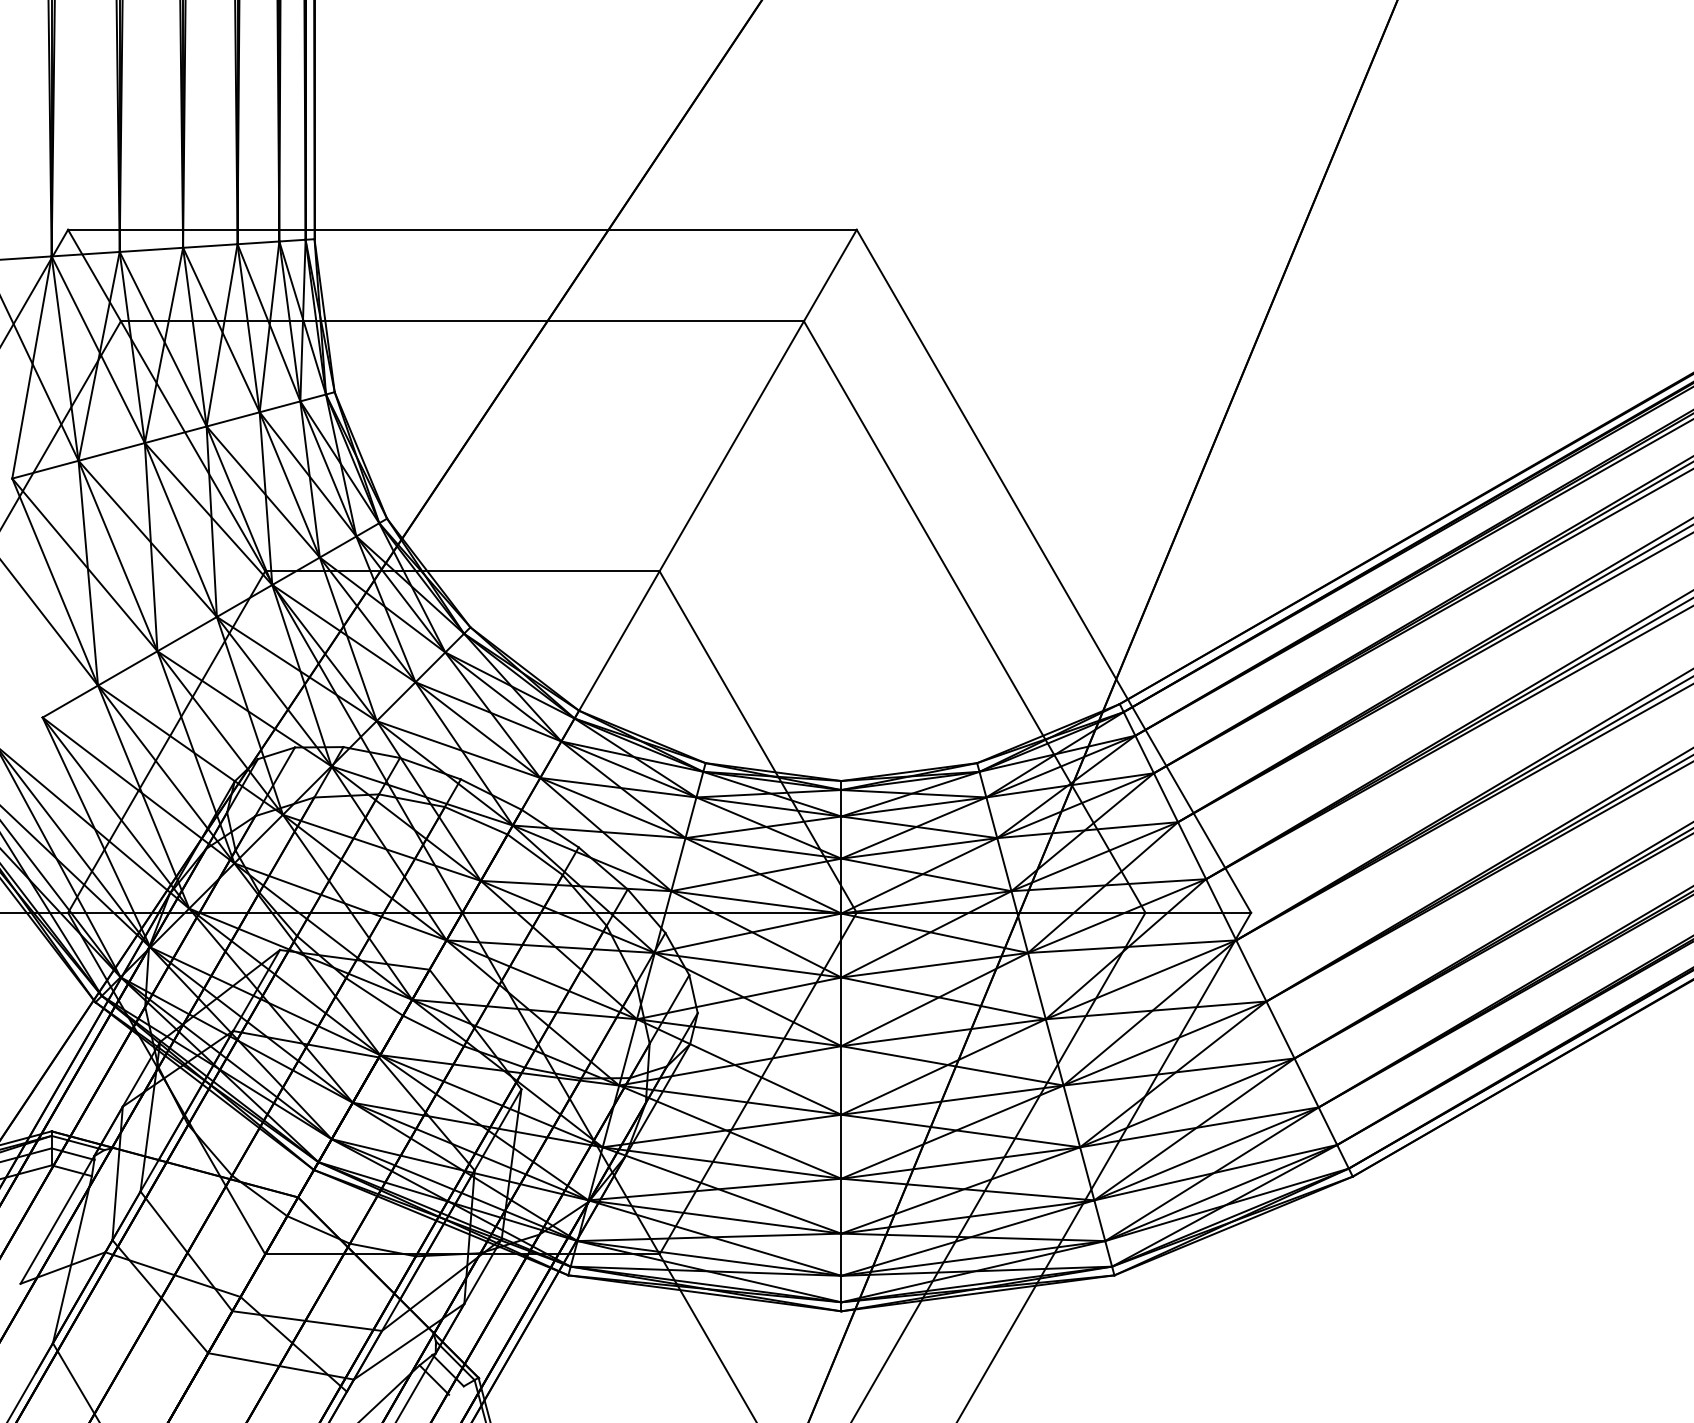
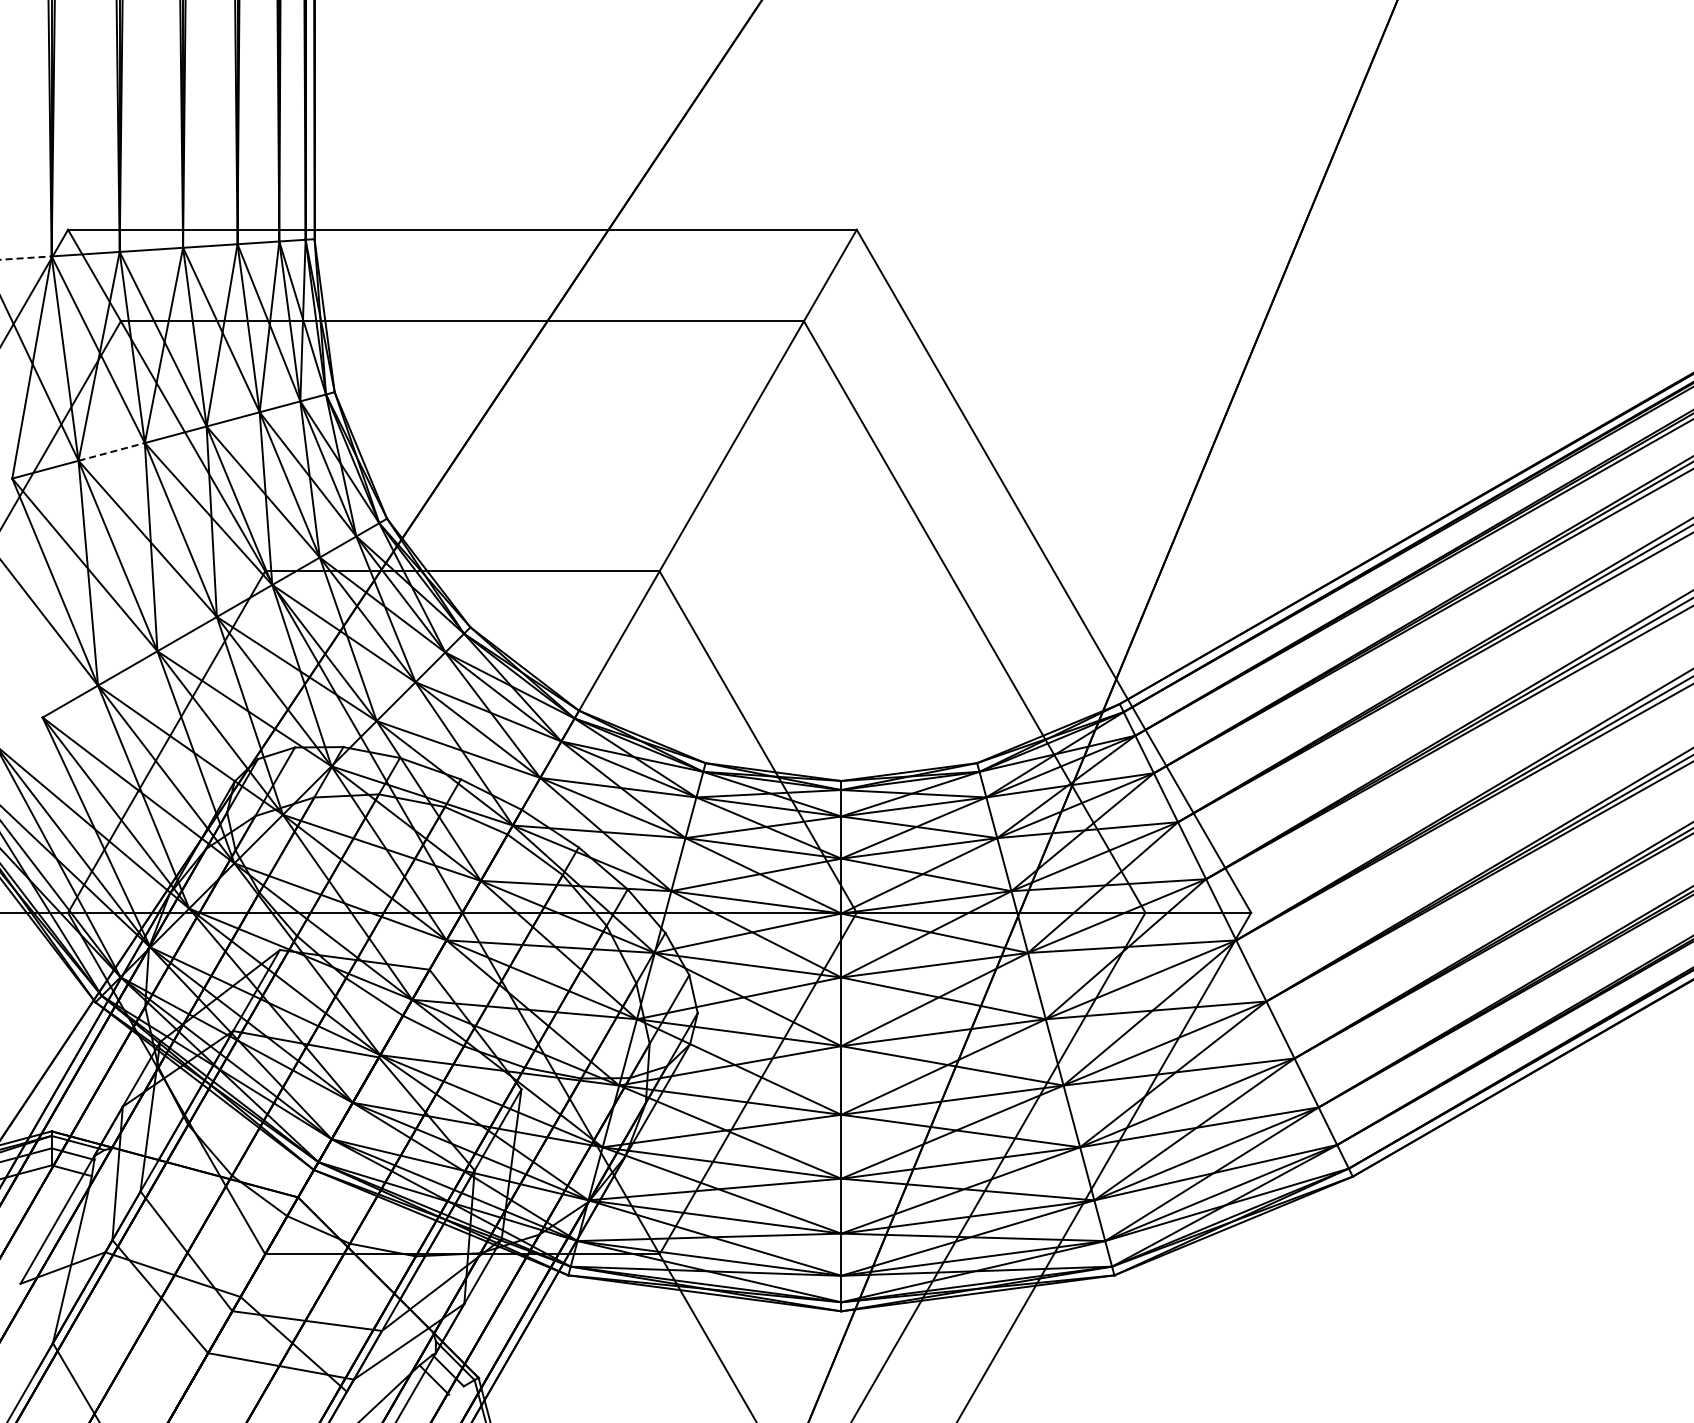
line at (26, 258): solid -> dashed
line at (112, 451): solid -> dashed
